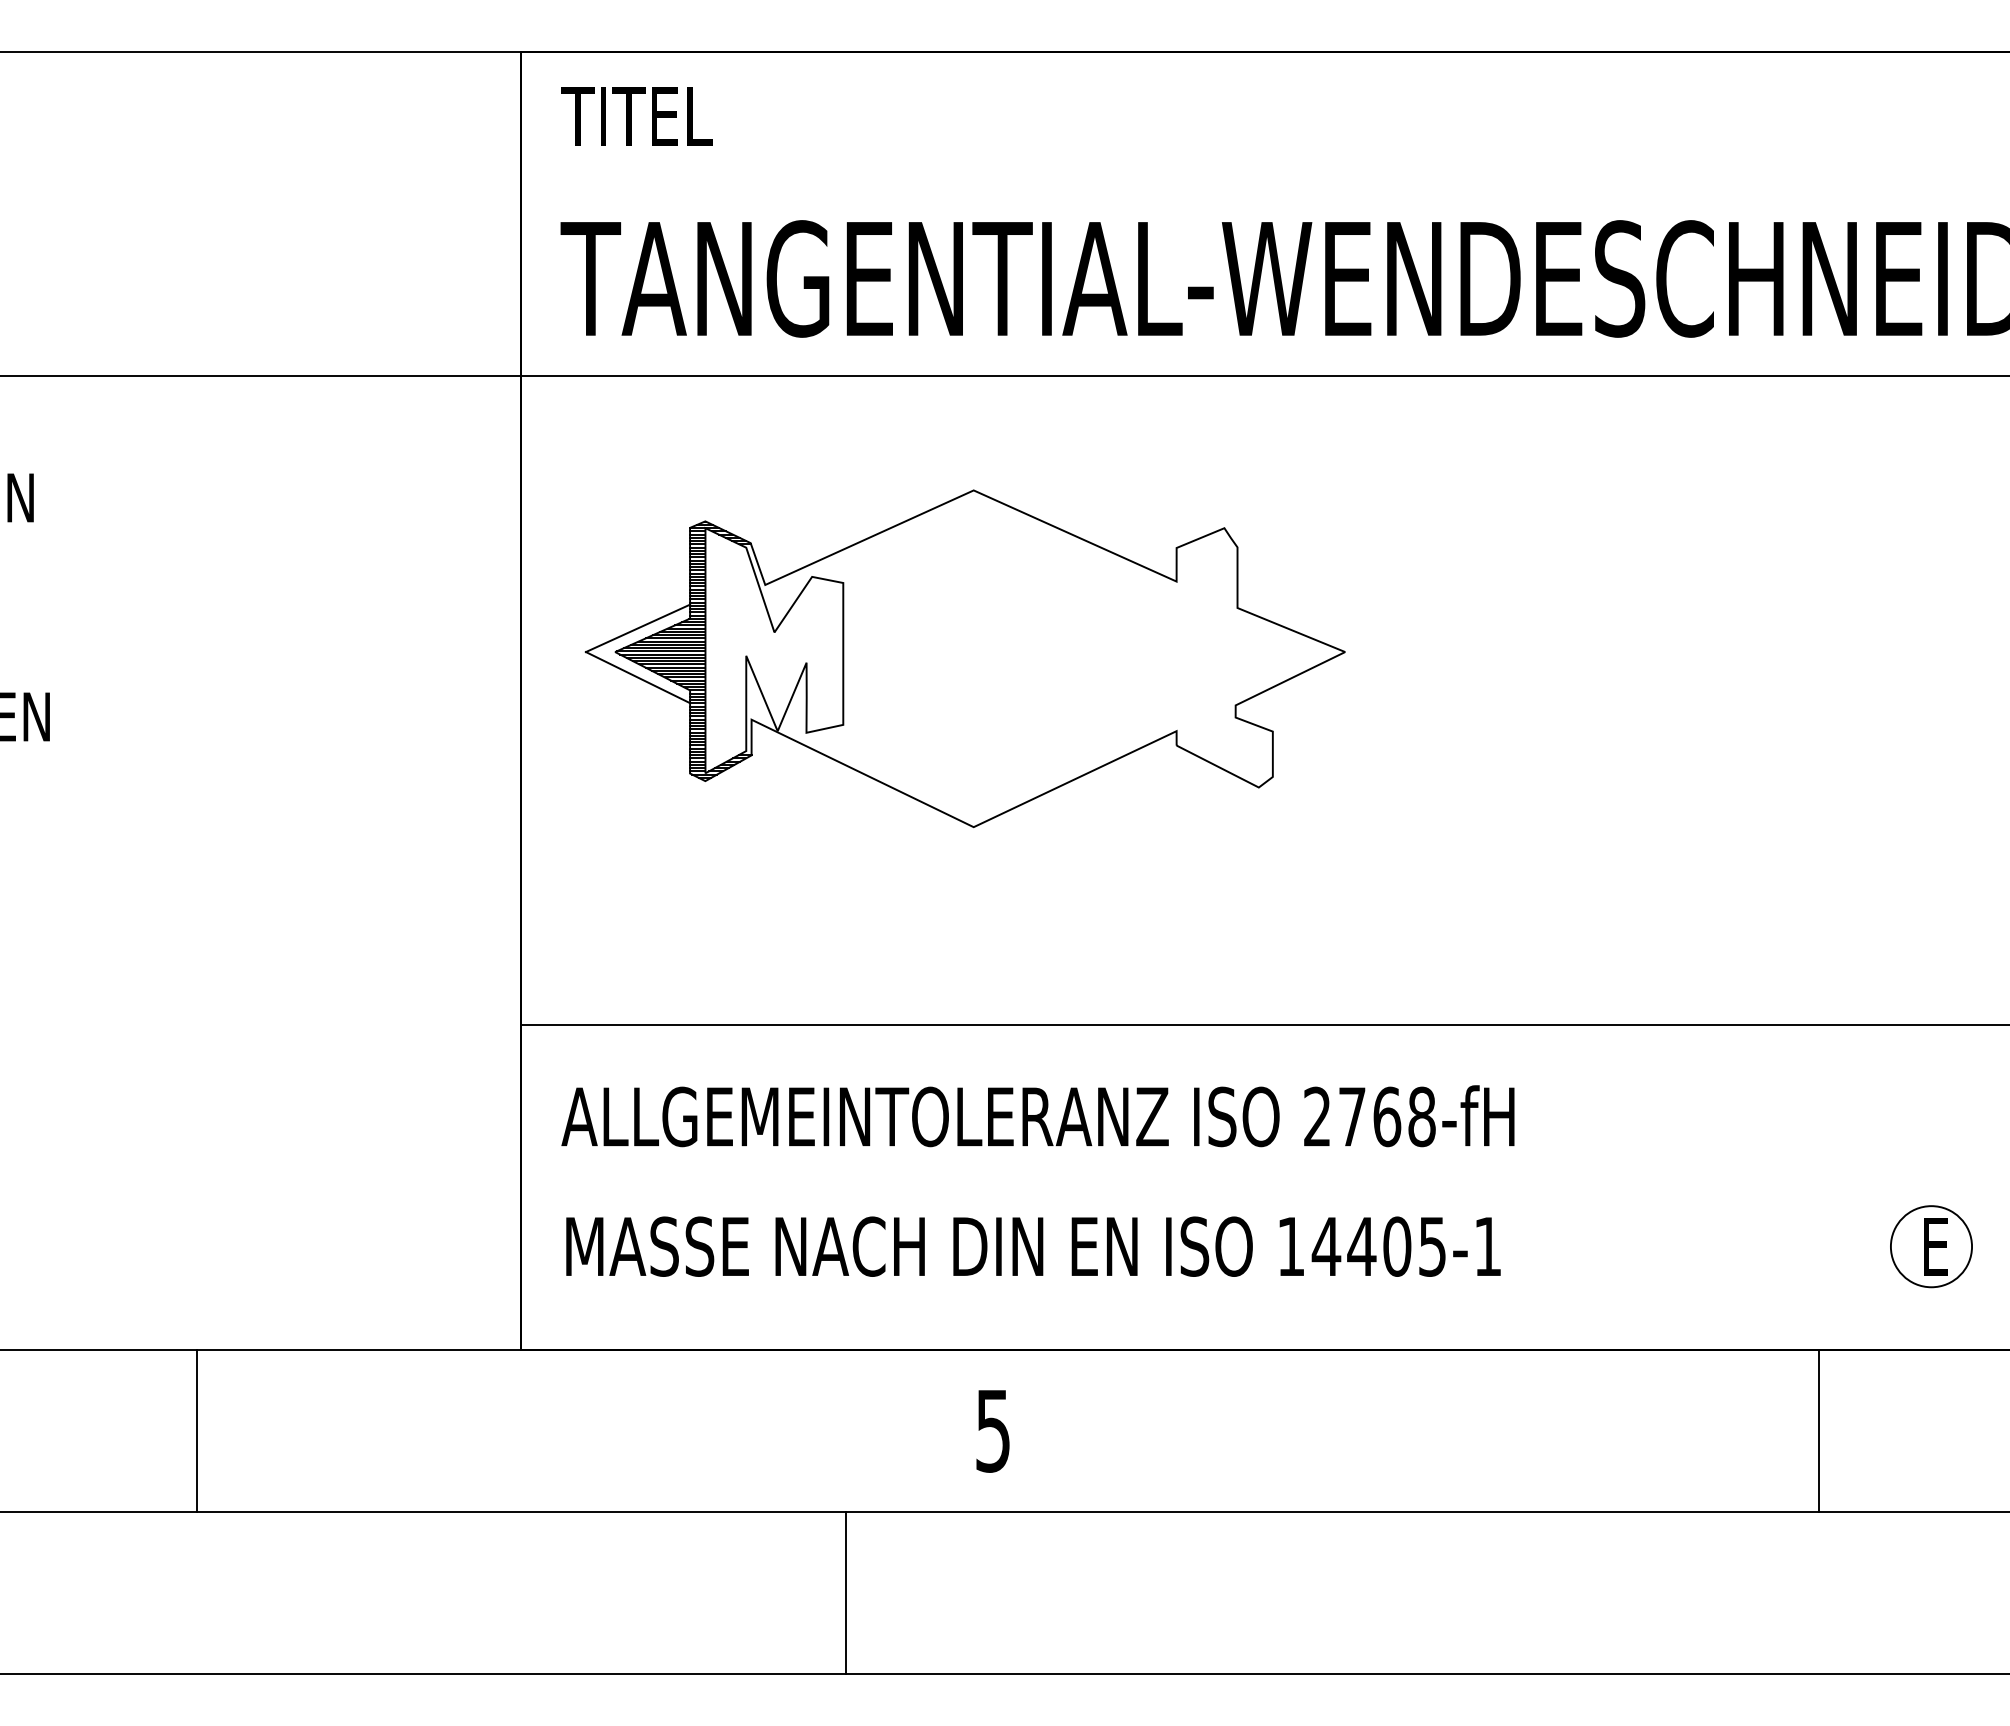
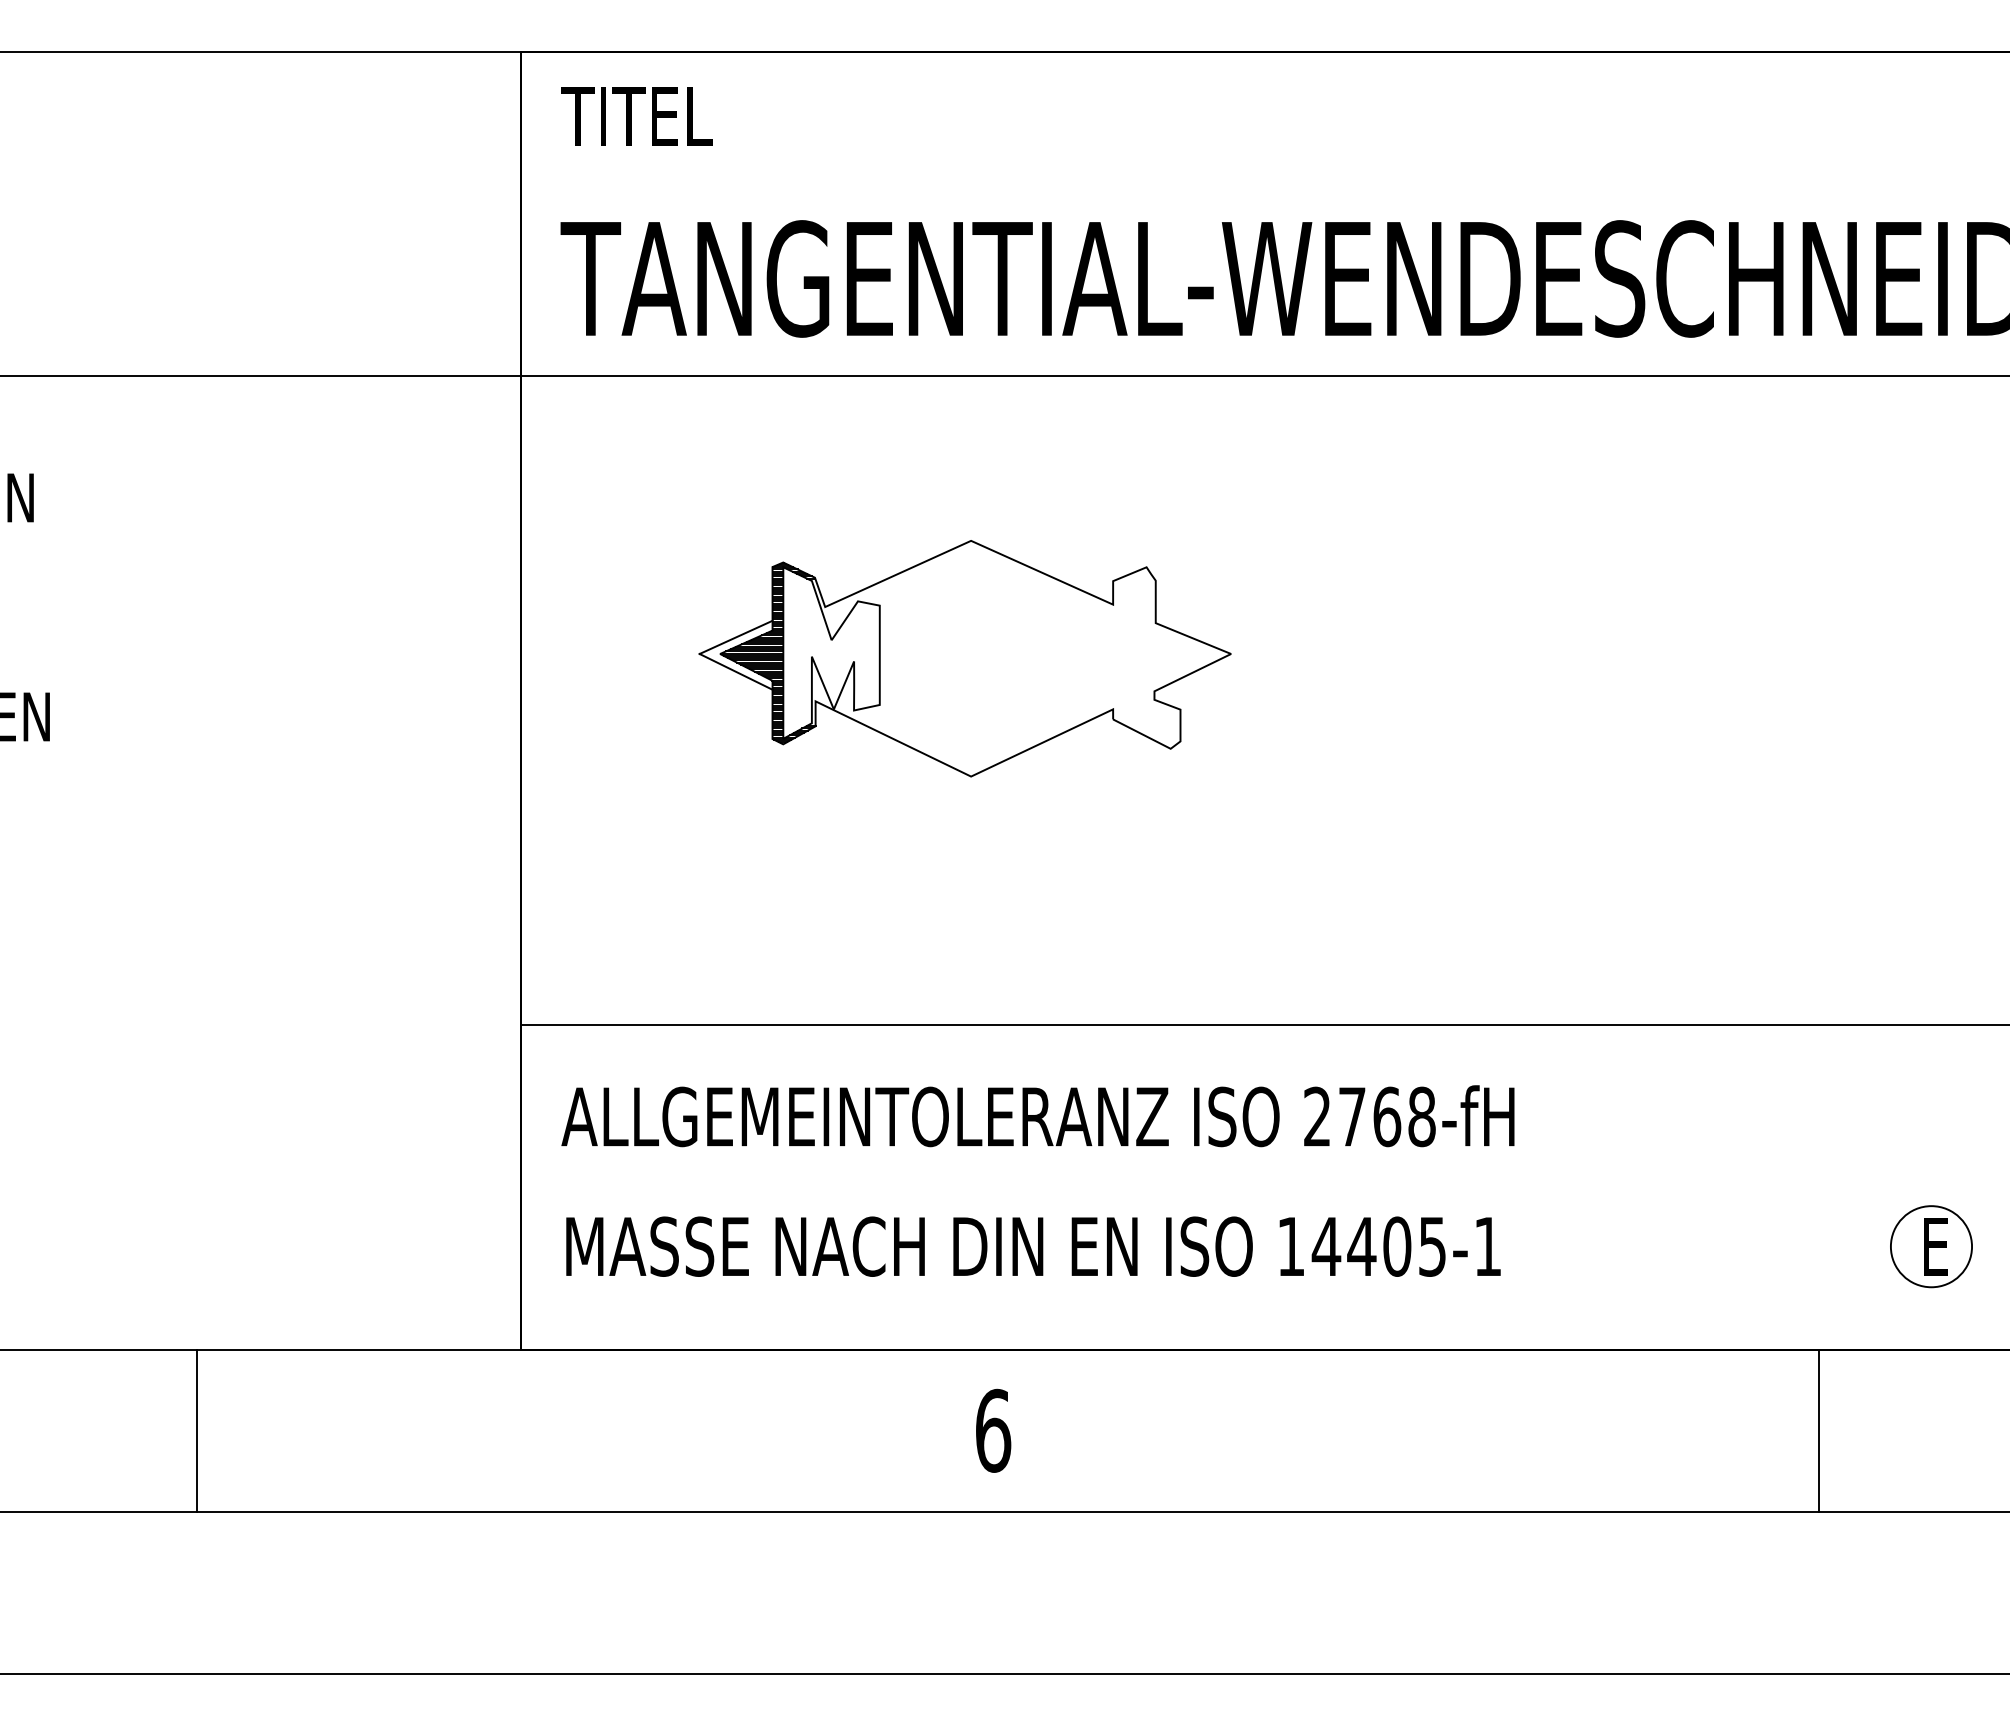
part at (964, 658) size: 762x339 px -> 534x238 px
text at (993, 1430): 5 -> 6
line at (845, 1592): present -> none
